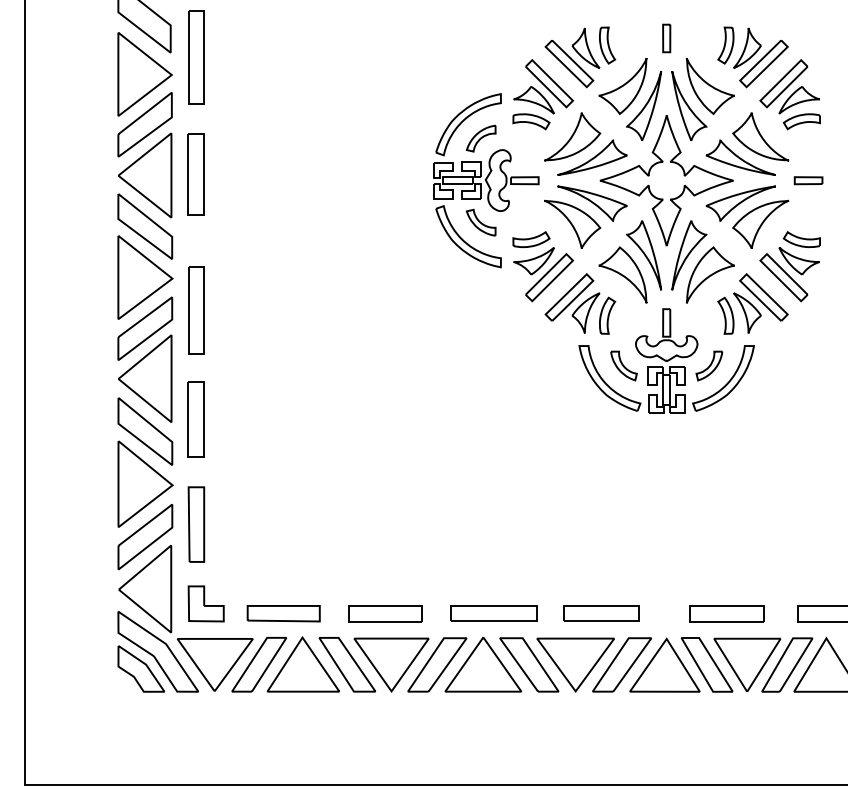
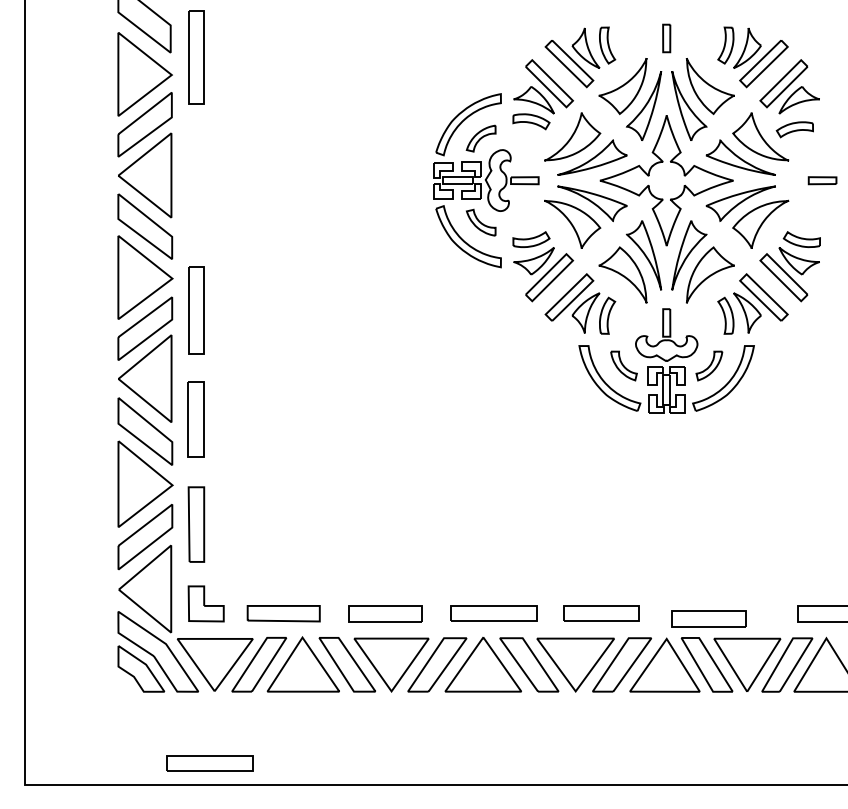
part at (801, 121) position: (801, 121) -> (794, 129)
part at (195, 174): present -> none
part at (808, 180) position: (808, 180) -> (822, 180)
part at (726, 613) position: (726, 613) -> (708, 618)
part at (209, 763): none -> present
